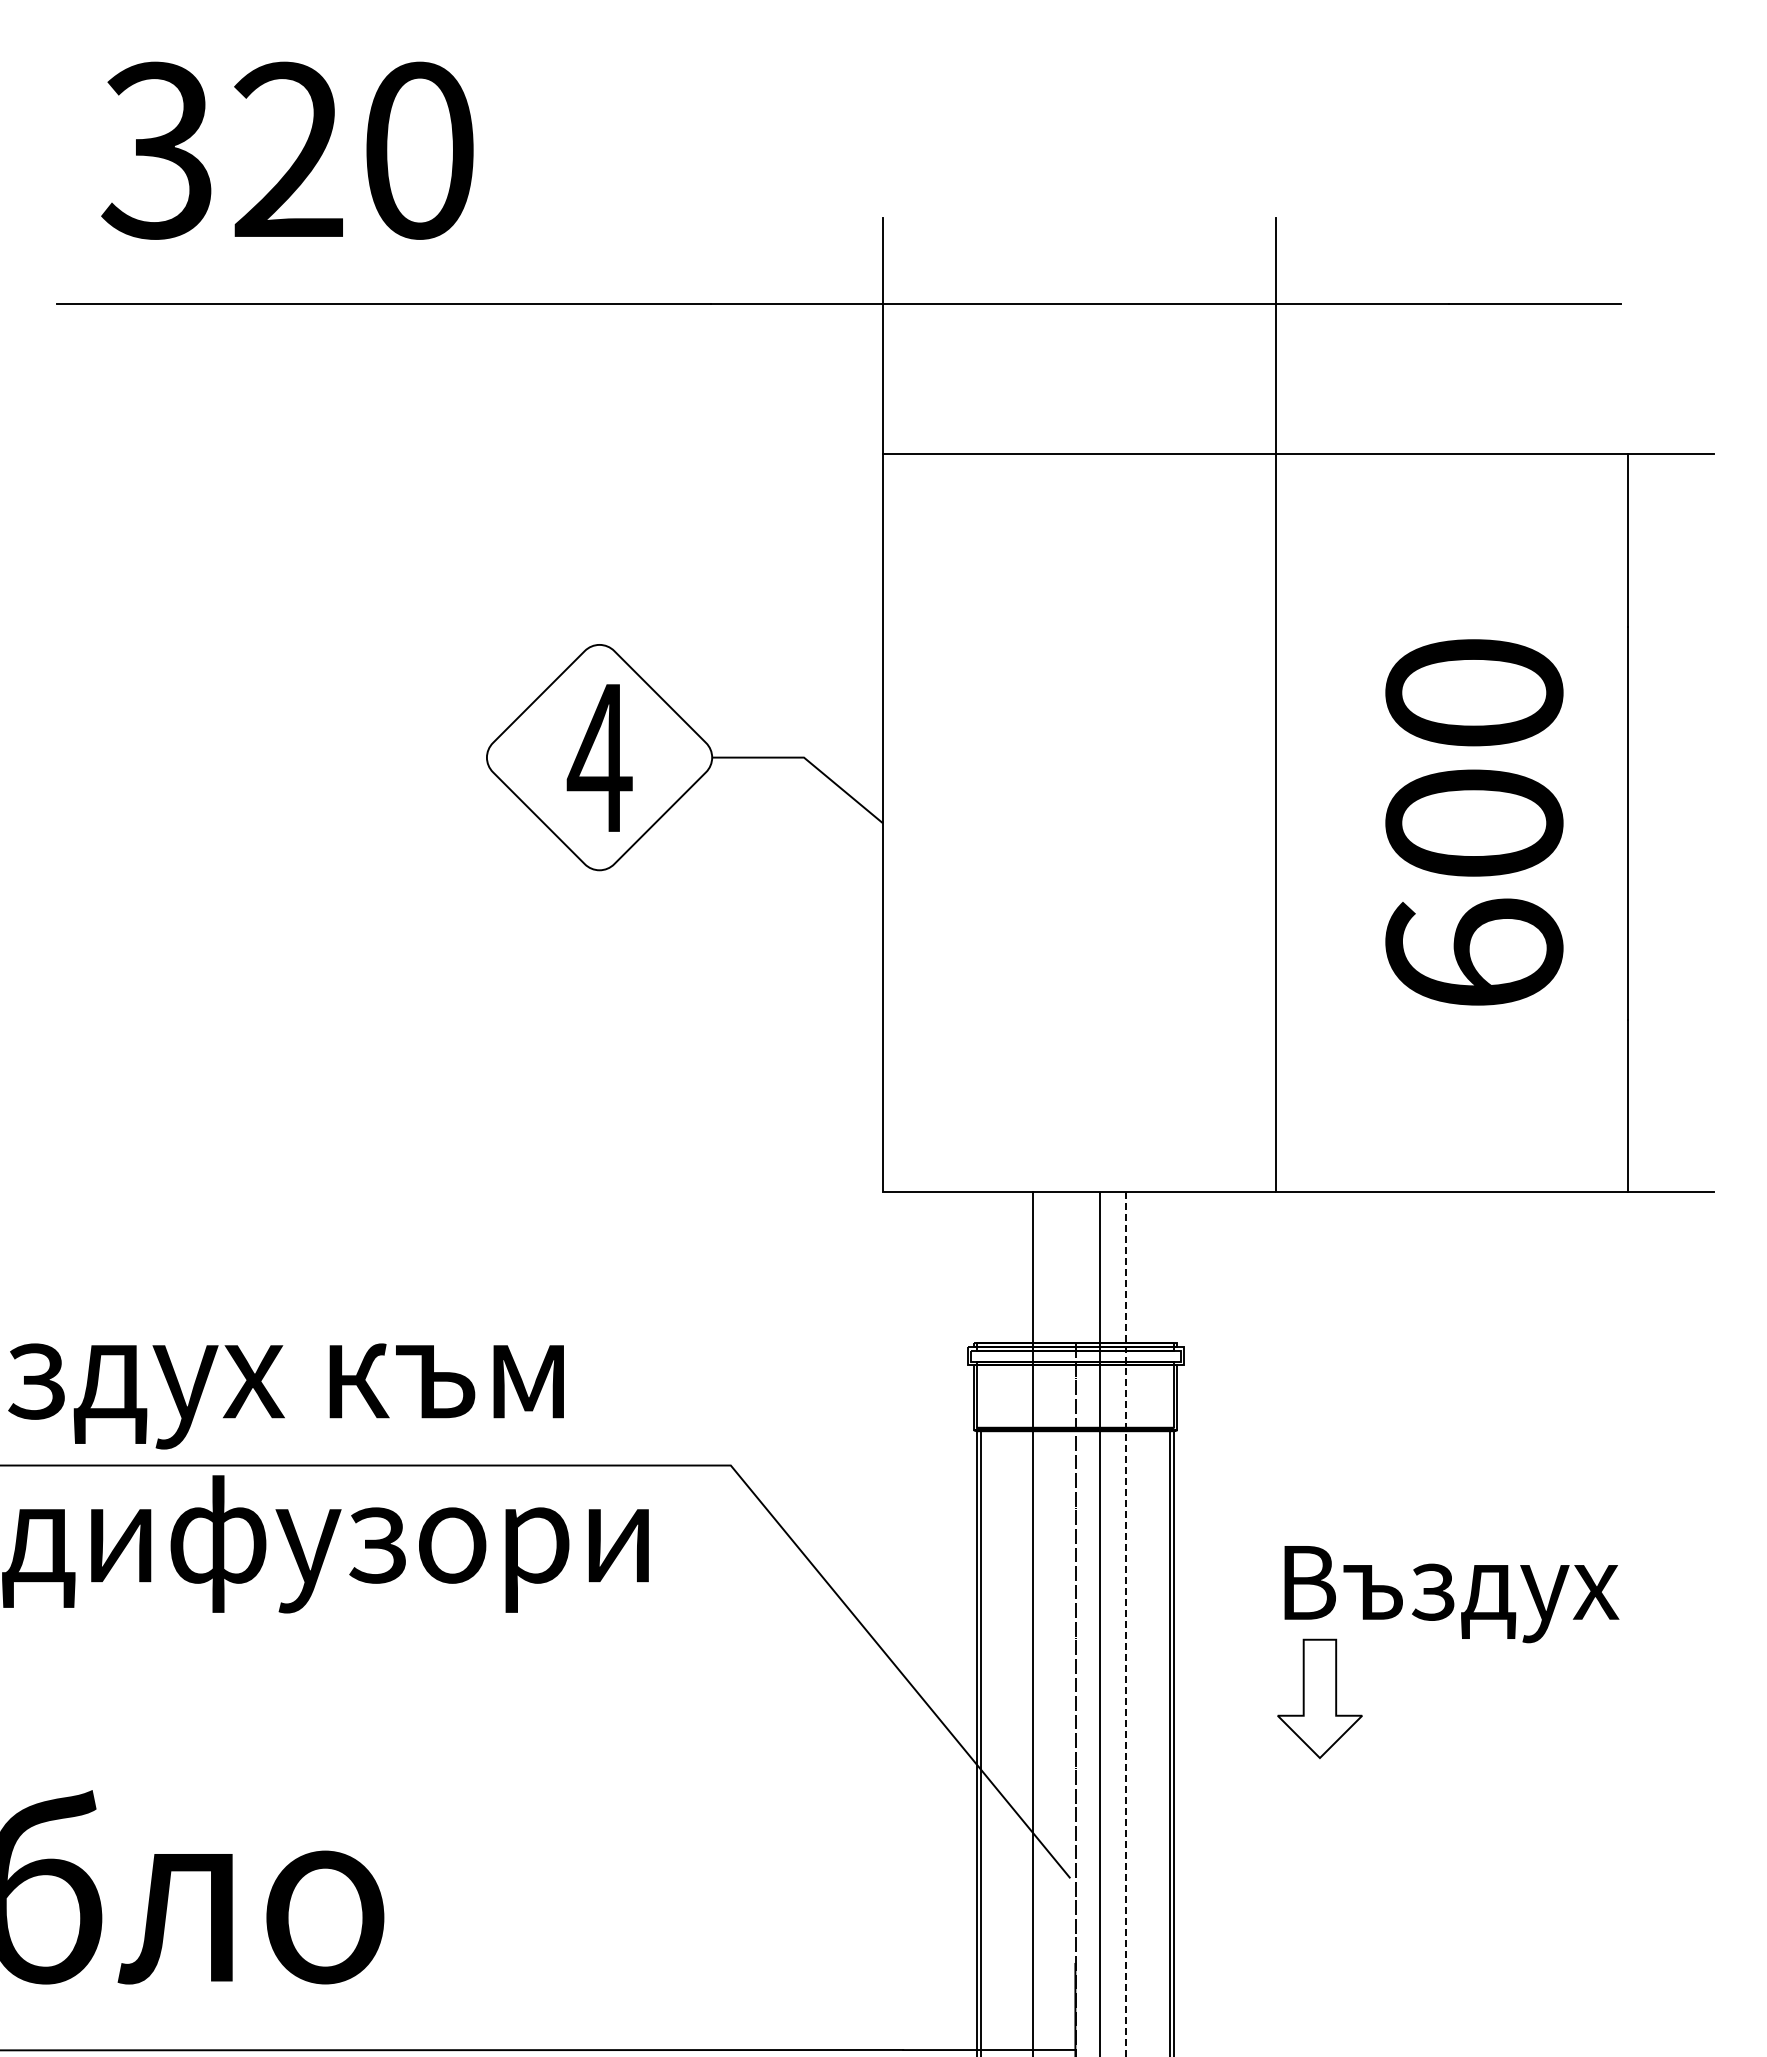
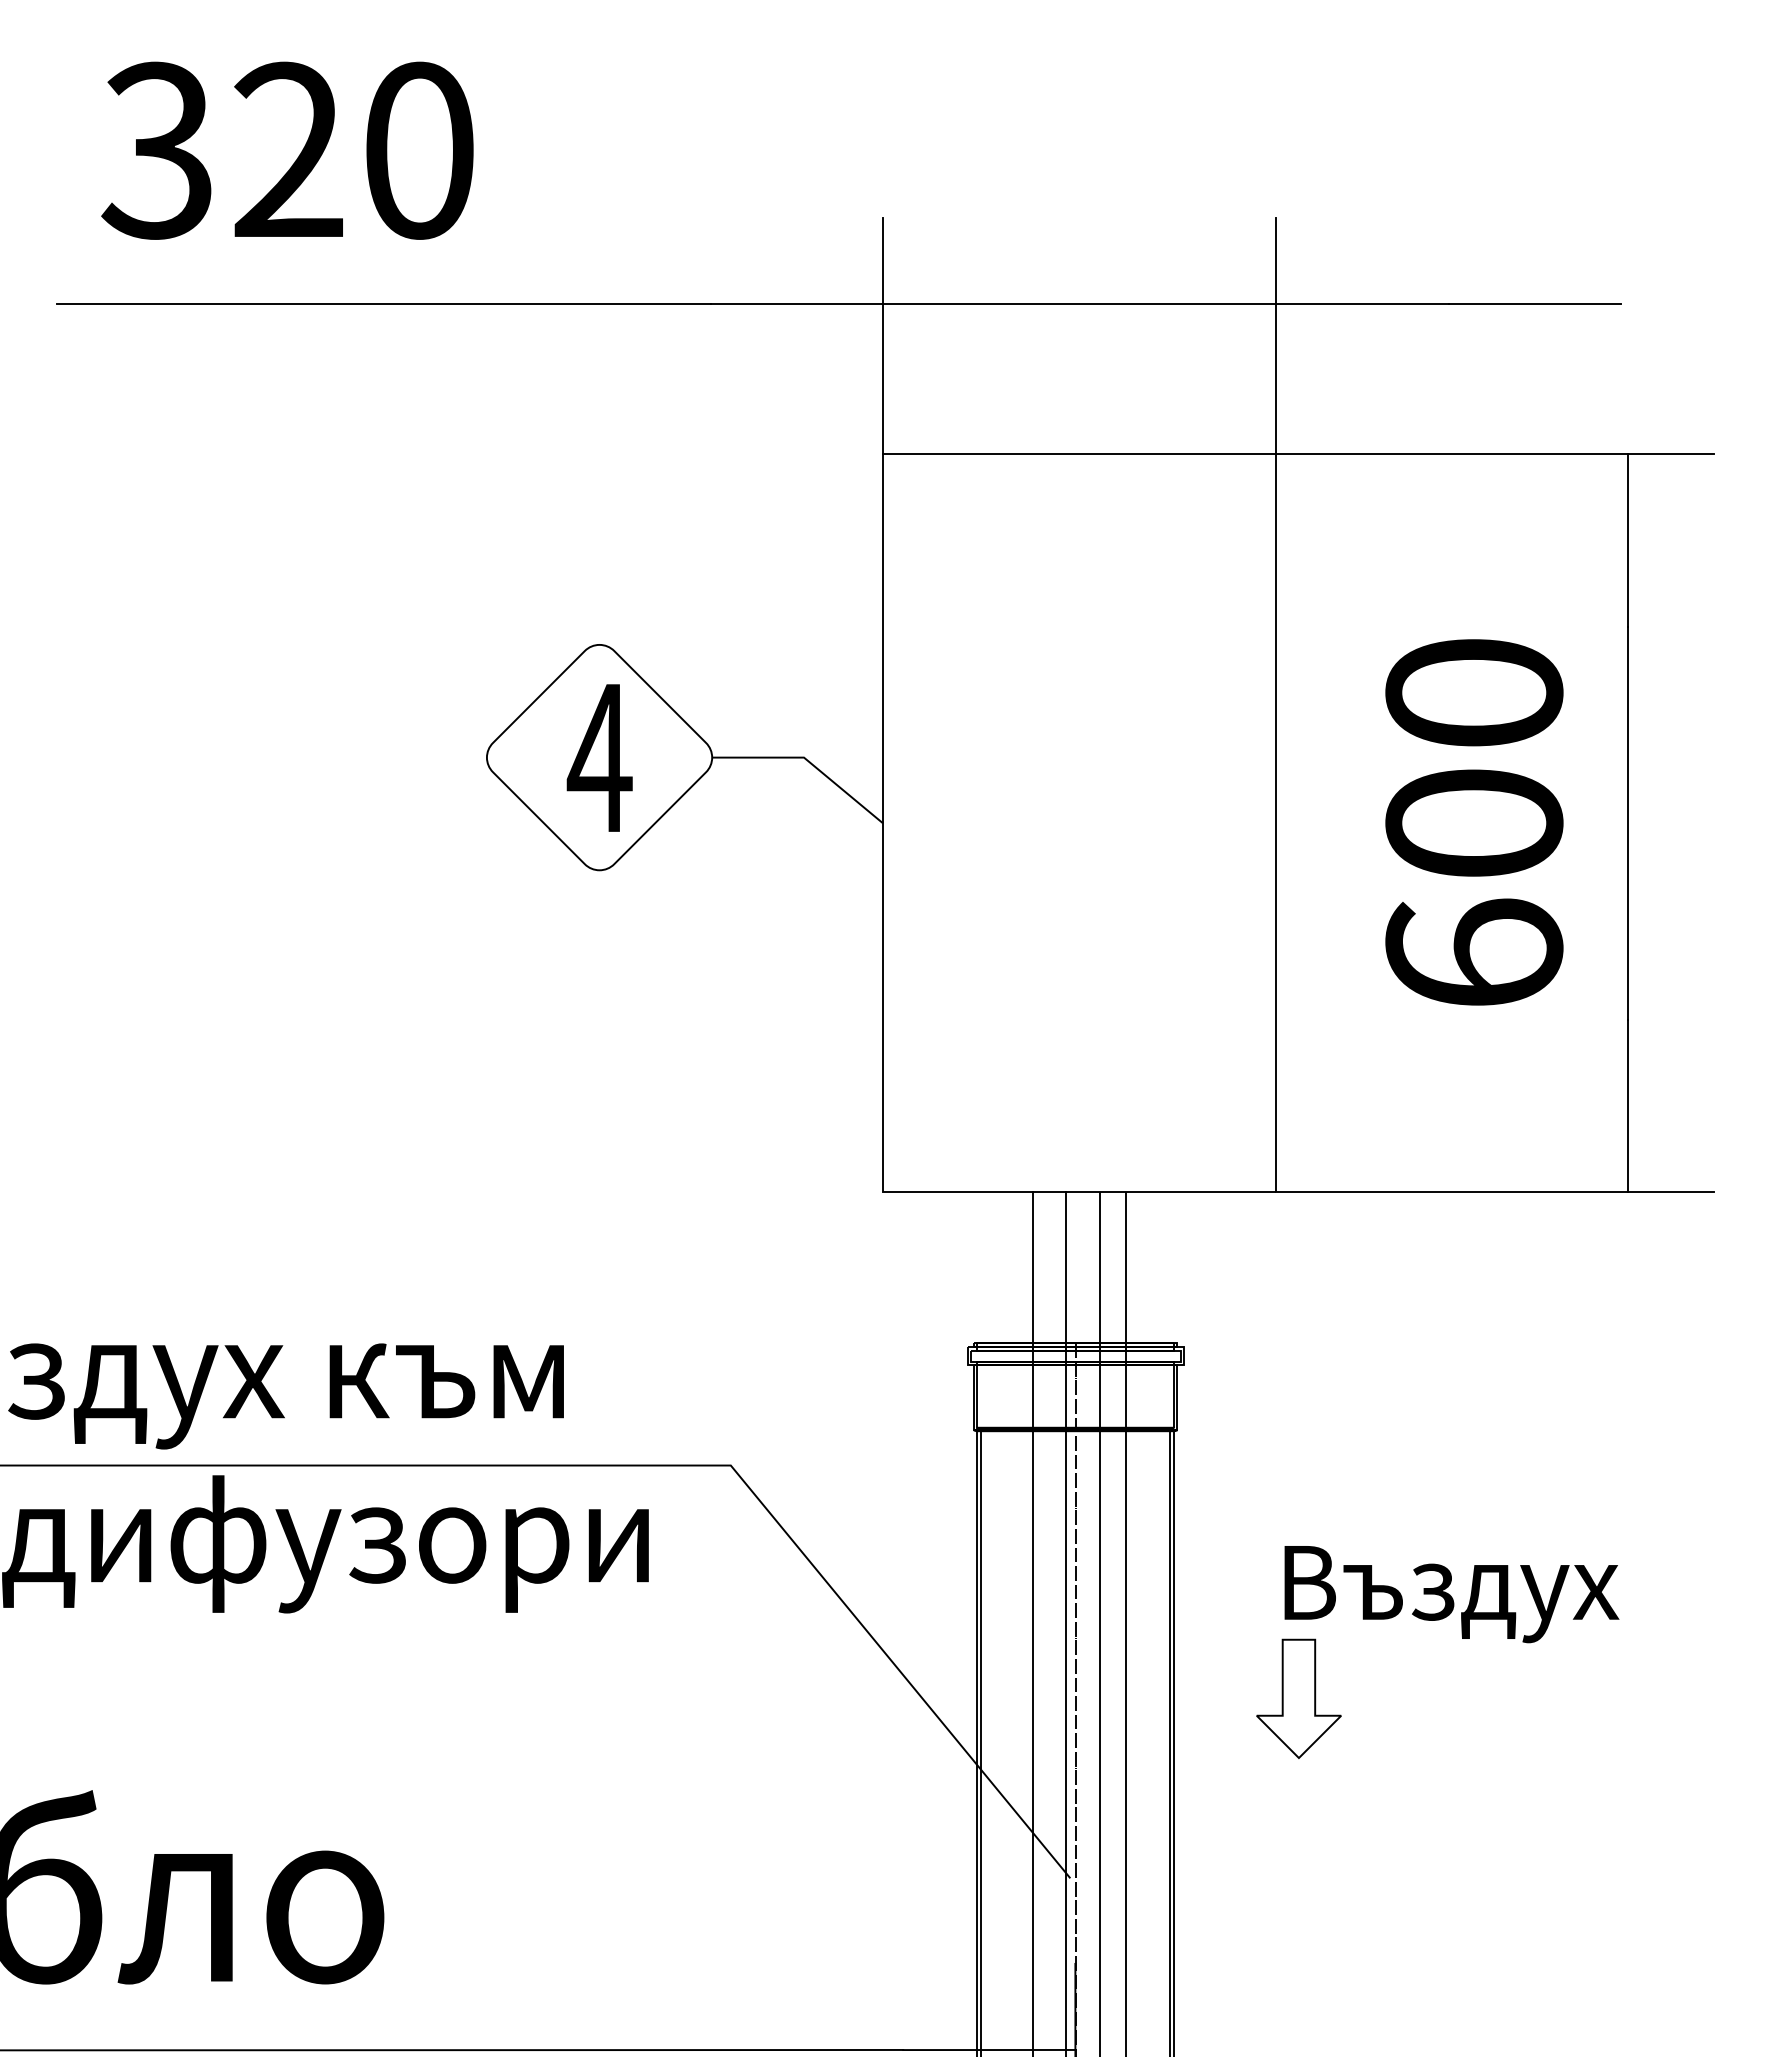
line at (1065, 1622): none -> present
line at (1126, 1624): dashed -> solid
part at (1319, 1698) position: (1319, 1698) -> (1298, 1698)
